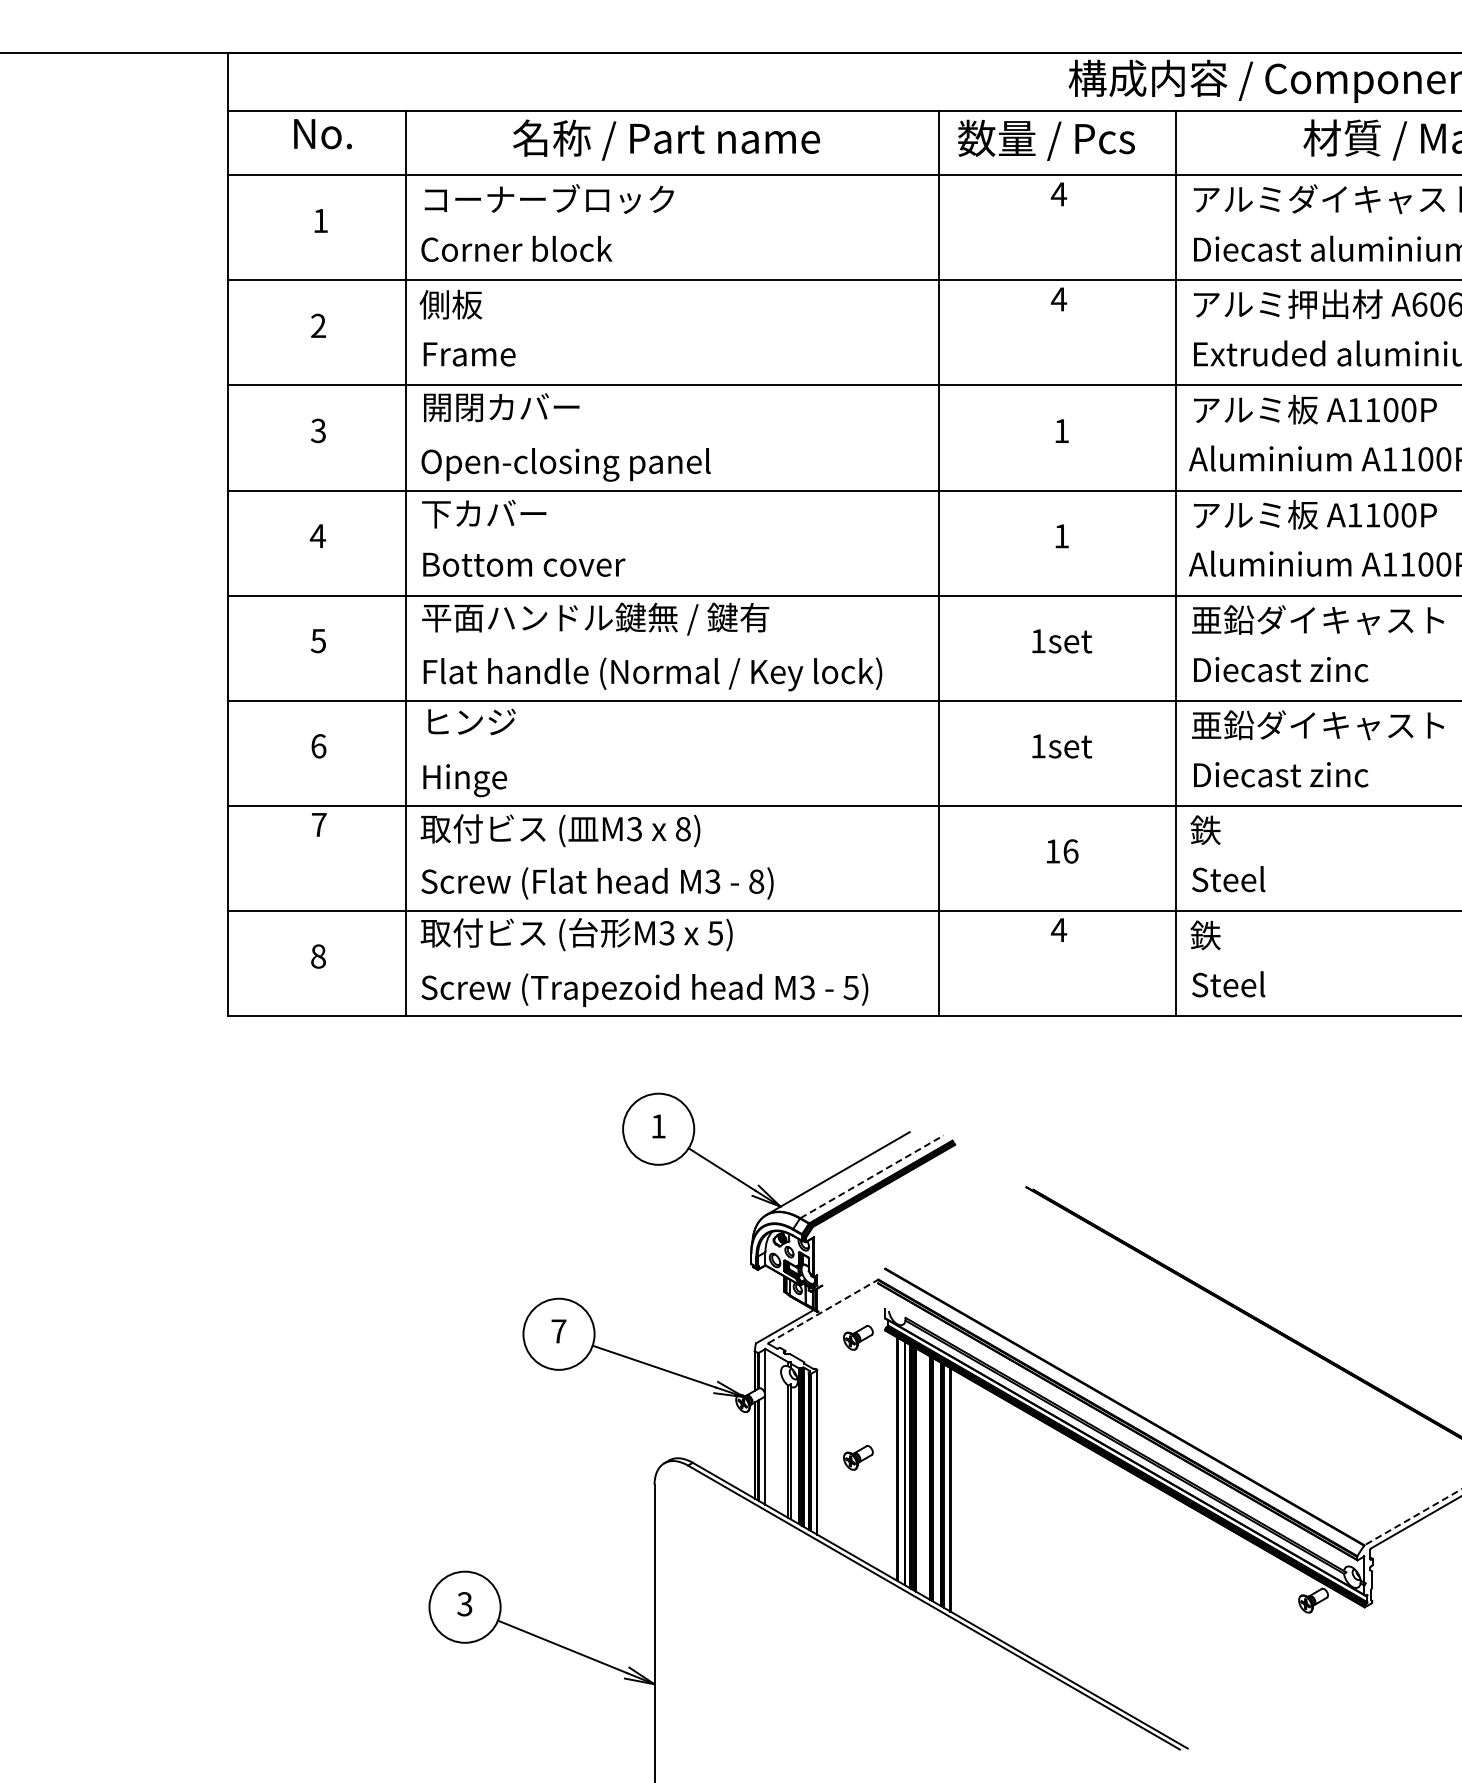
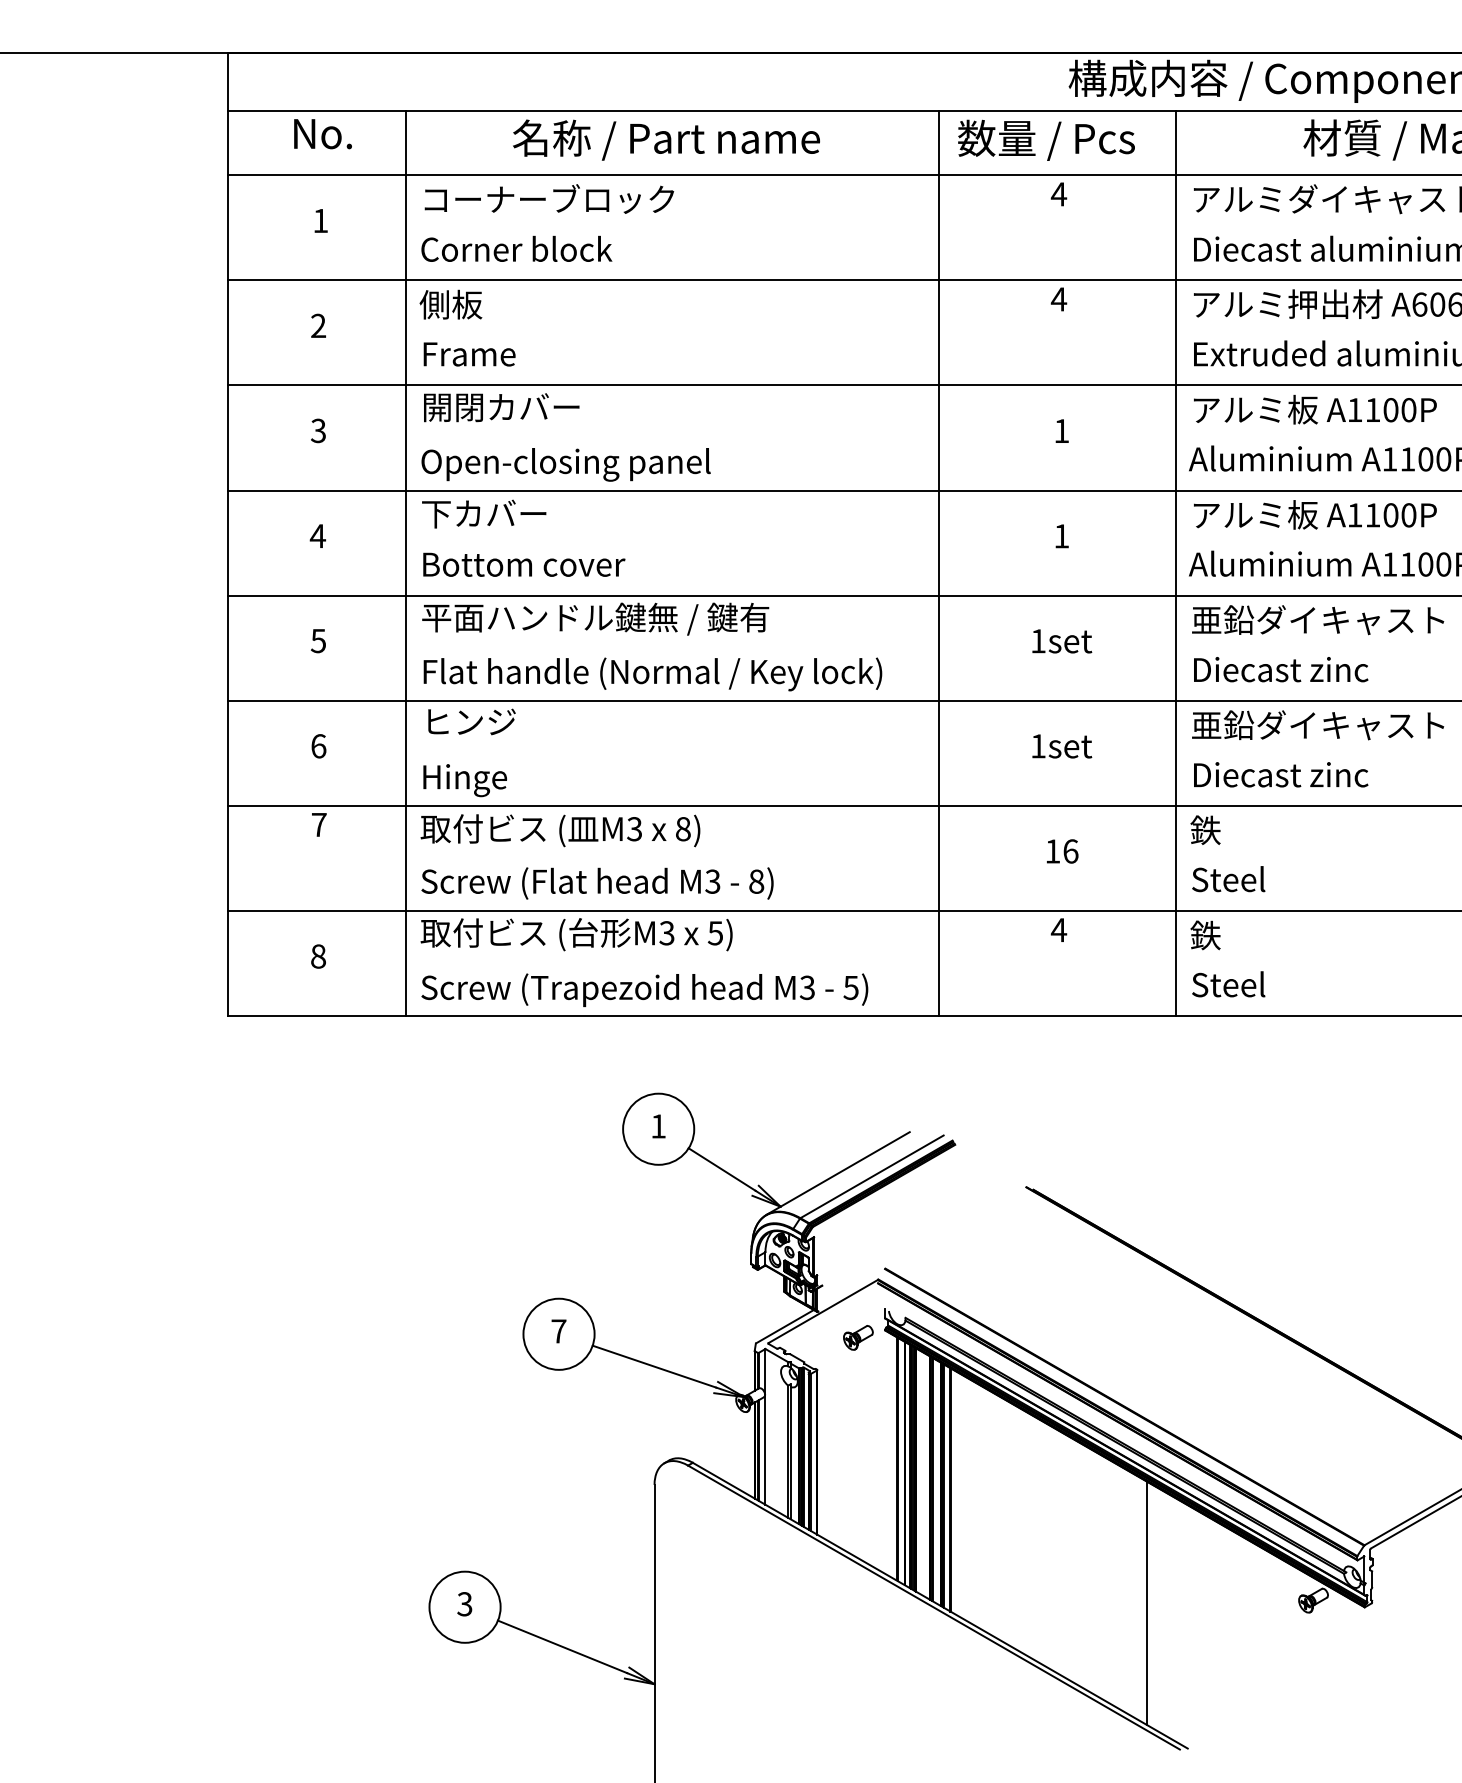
line at (872, 1176): dashed -> solid
line at (823, 1311): dashed -> solid
part at (858, 1457): present -> none
line at (1412, 1517): dashed -> solid
line at (1147, 1603): none -> present
